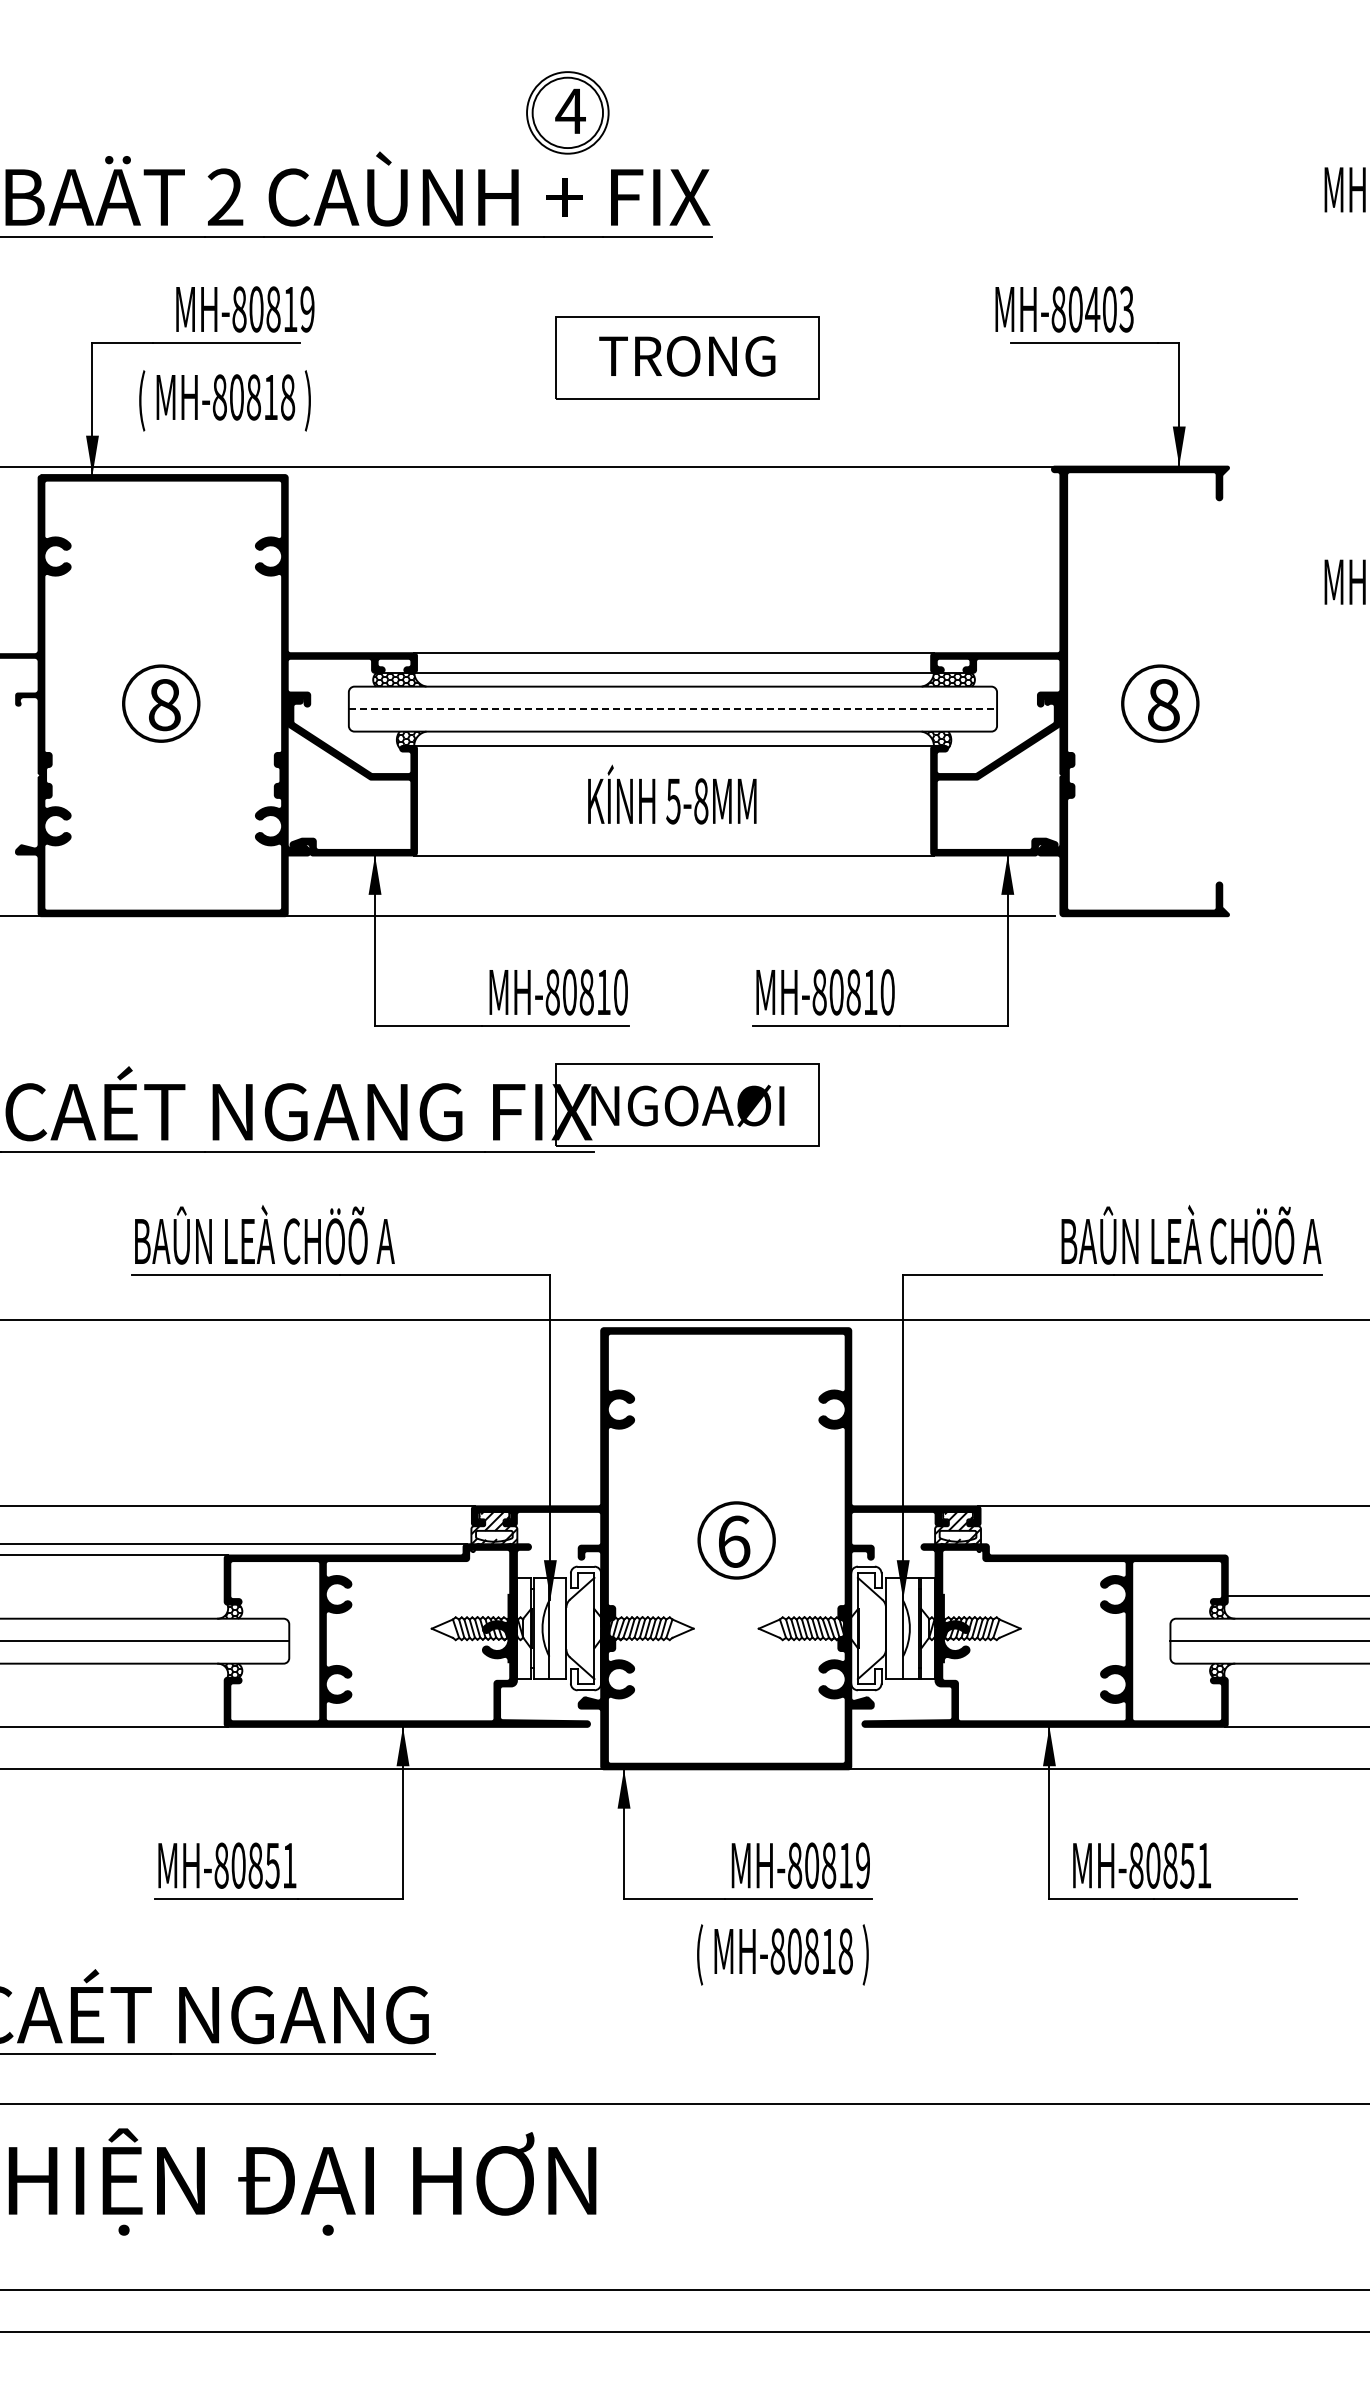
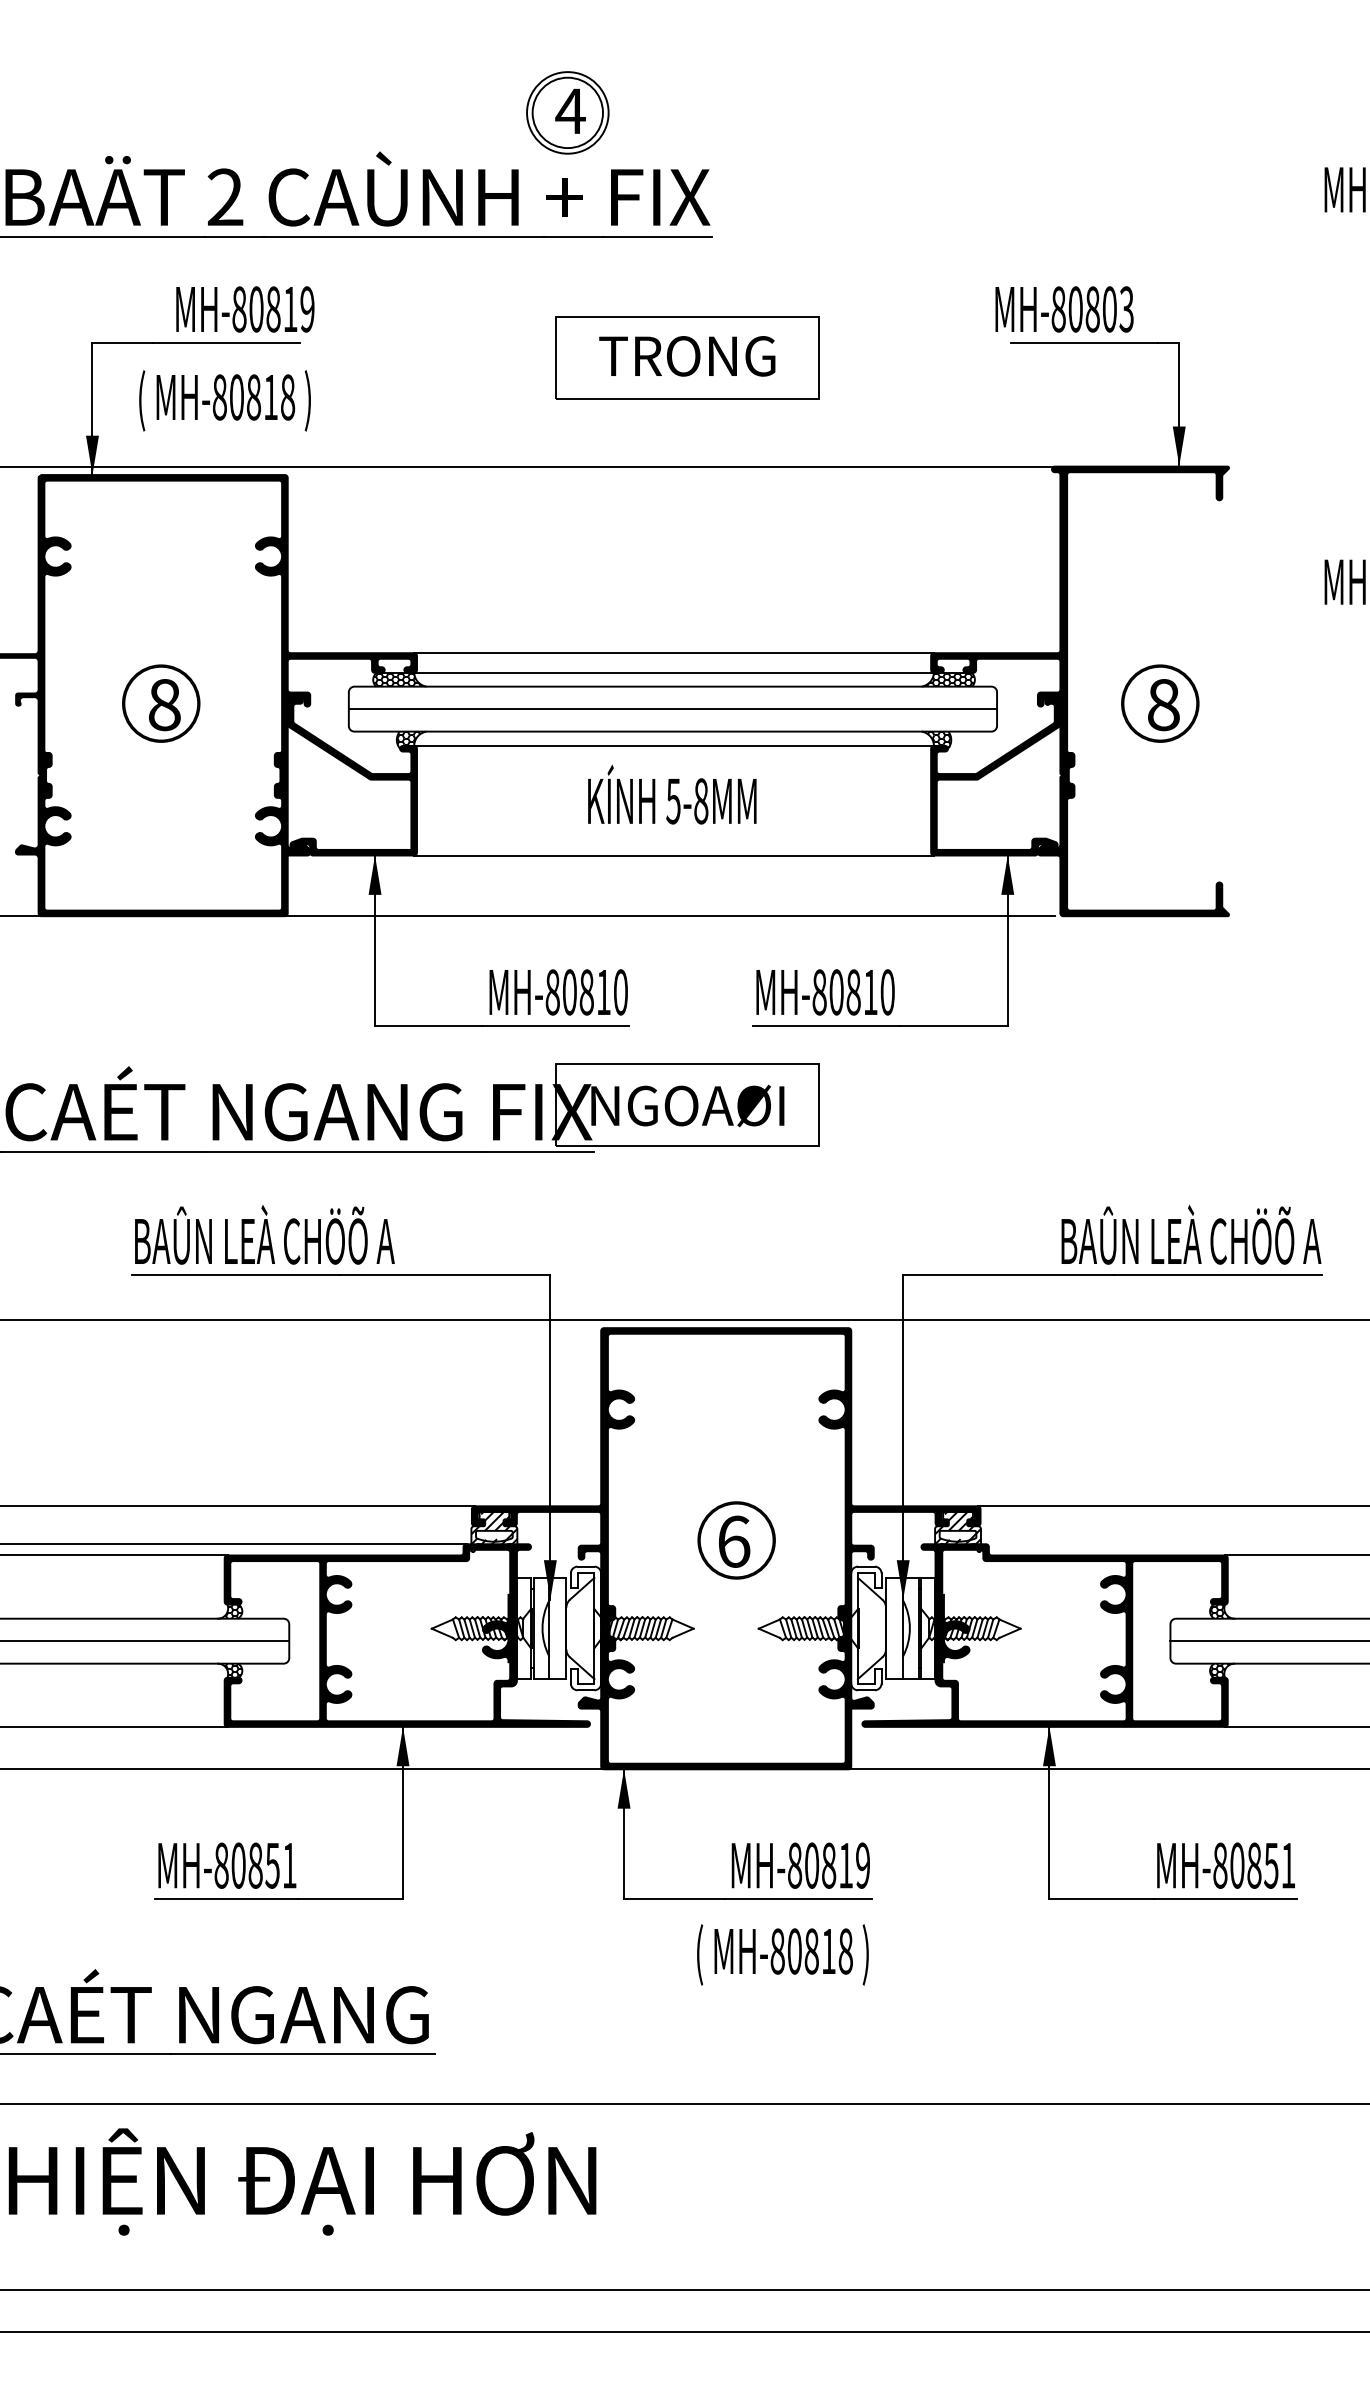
text at (1092, 309): MH-80403 -> MH-80803
line at (673, 709): dashed -> solid
line at (1295, 1596) position: (1295, 1596) -> (1295, 1555)
text at (1141, 1865) position: (1141, 1865) -> (1225, 1865)
